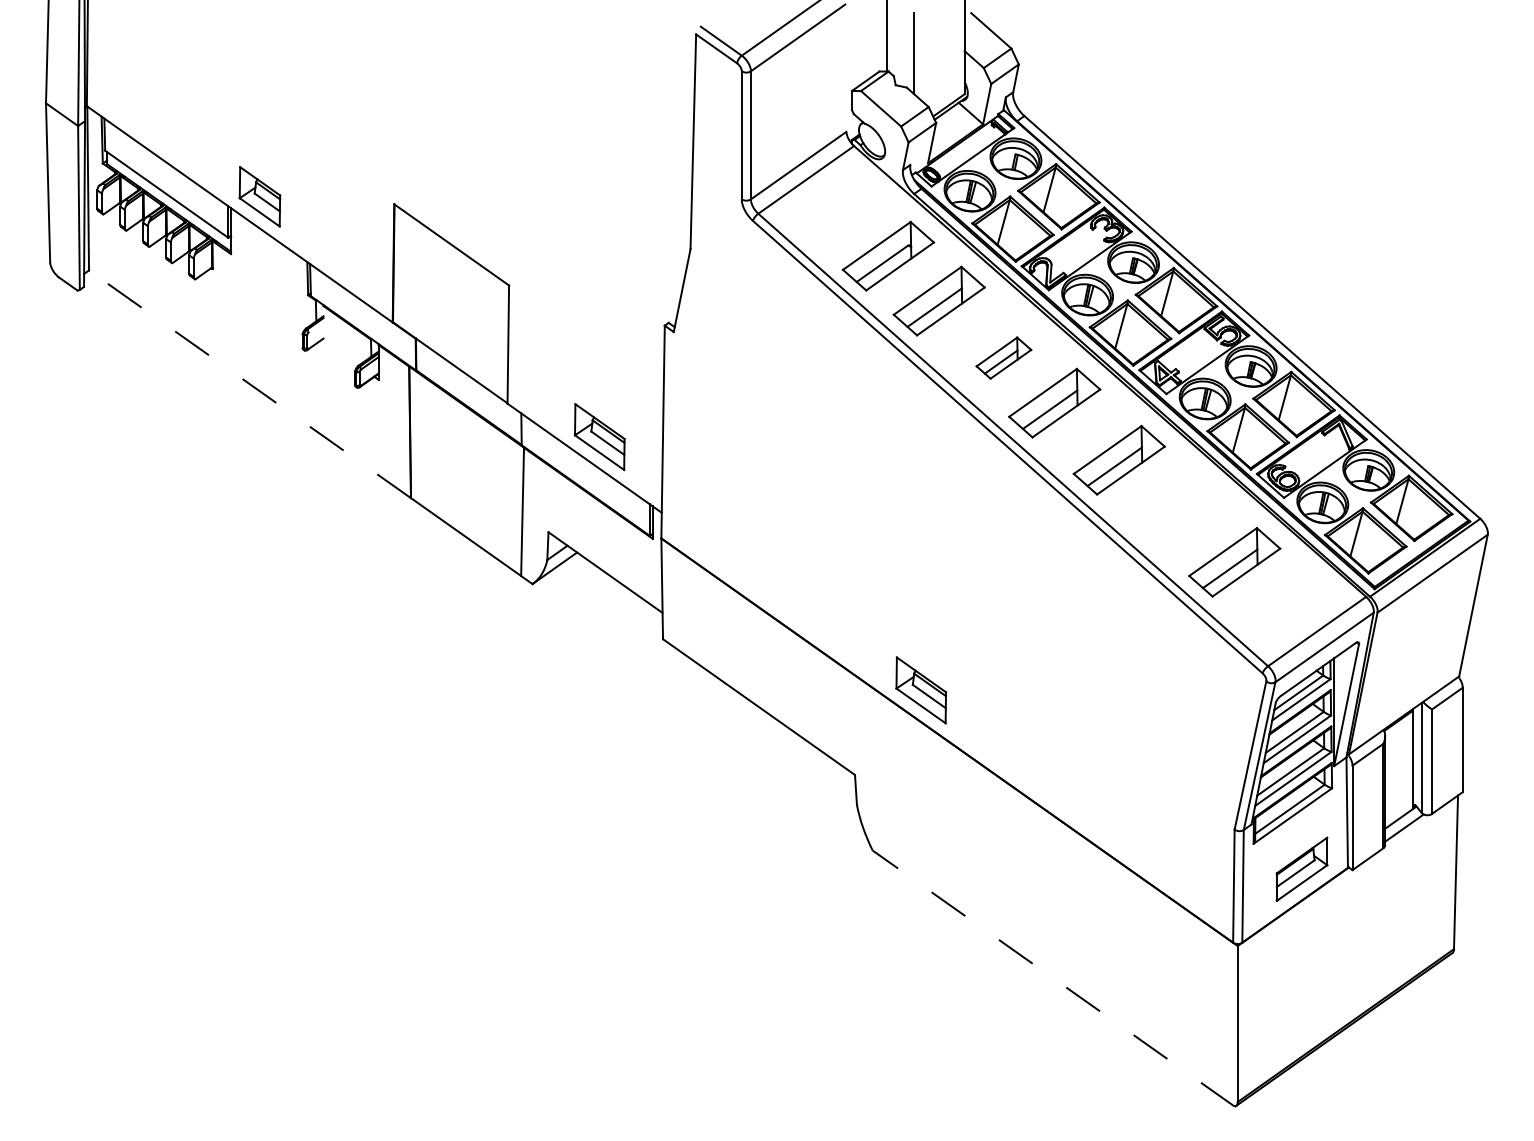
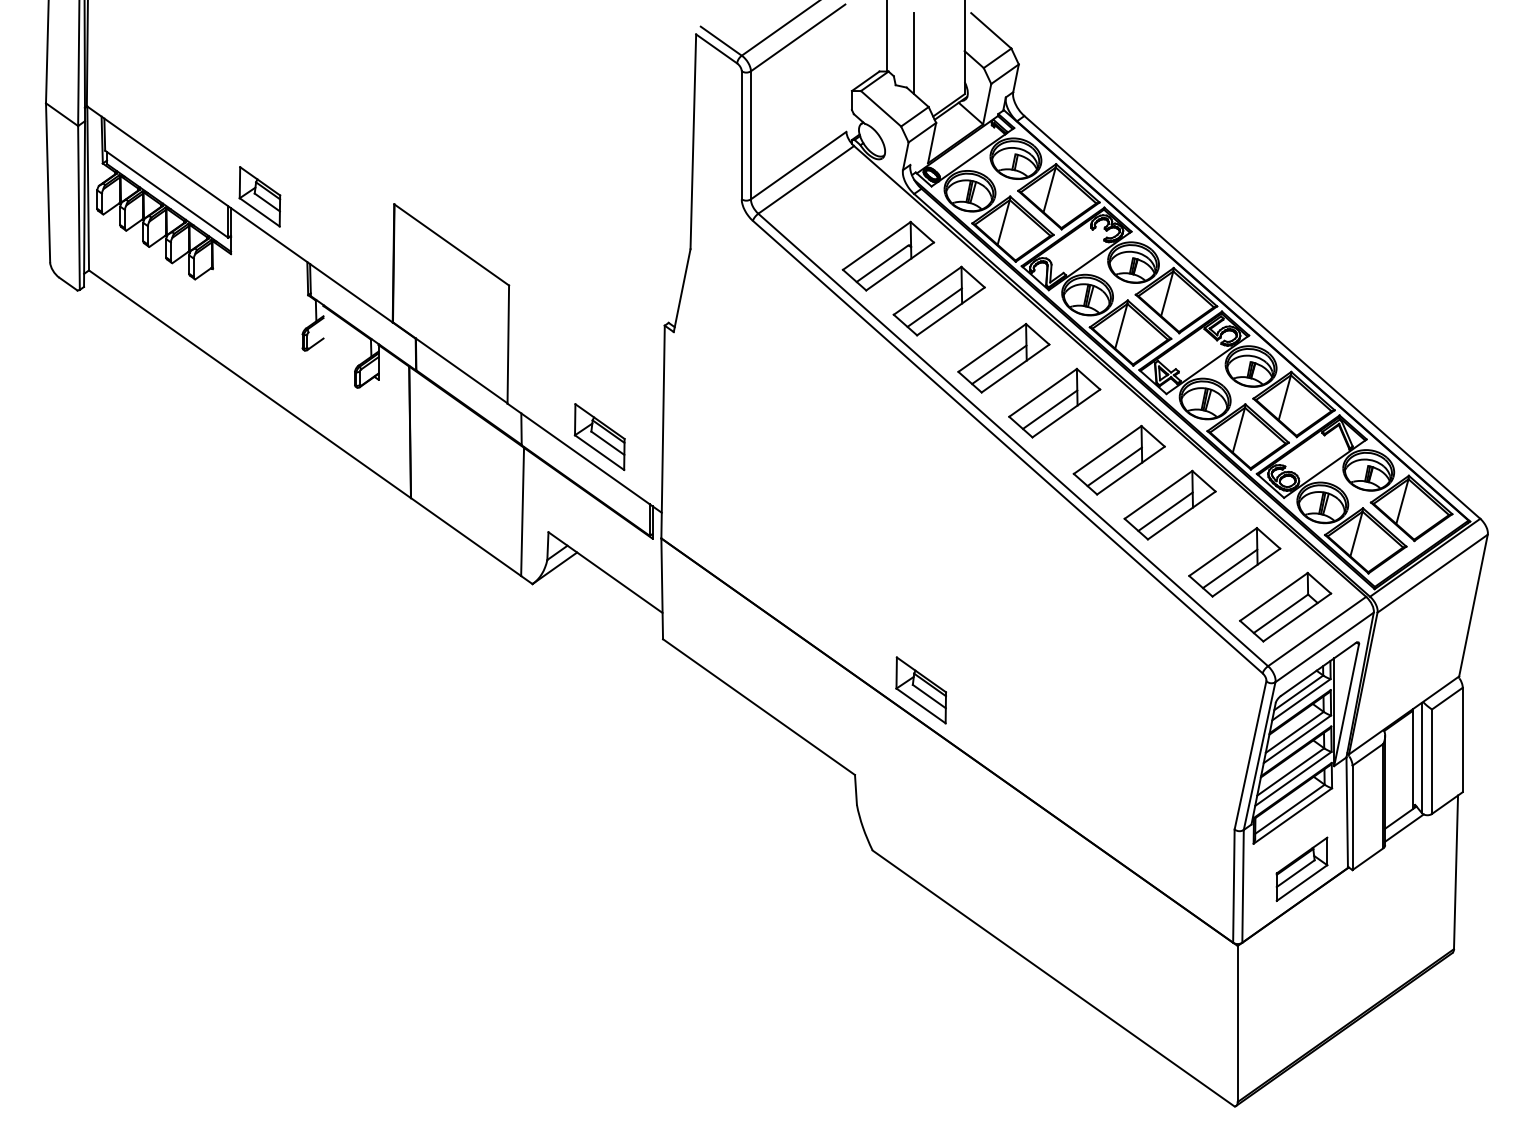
part at (1003, 357) size: 58x44 px -> 94x72 px
line at (249, 384): dashed -> solid
part at (1169, 504): none -> present
part at (1285, 606): none -> present
line at (1053, 978): dashed -> solid
